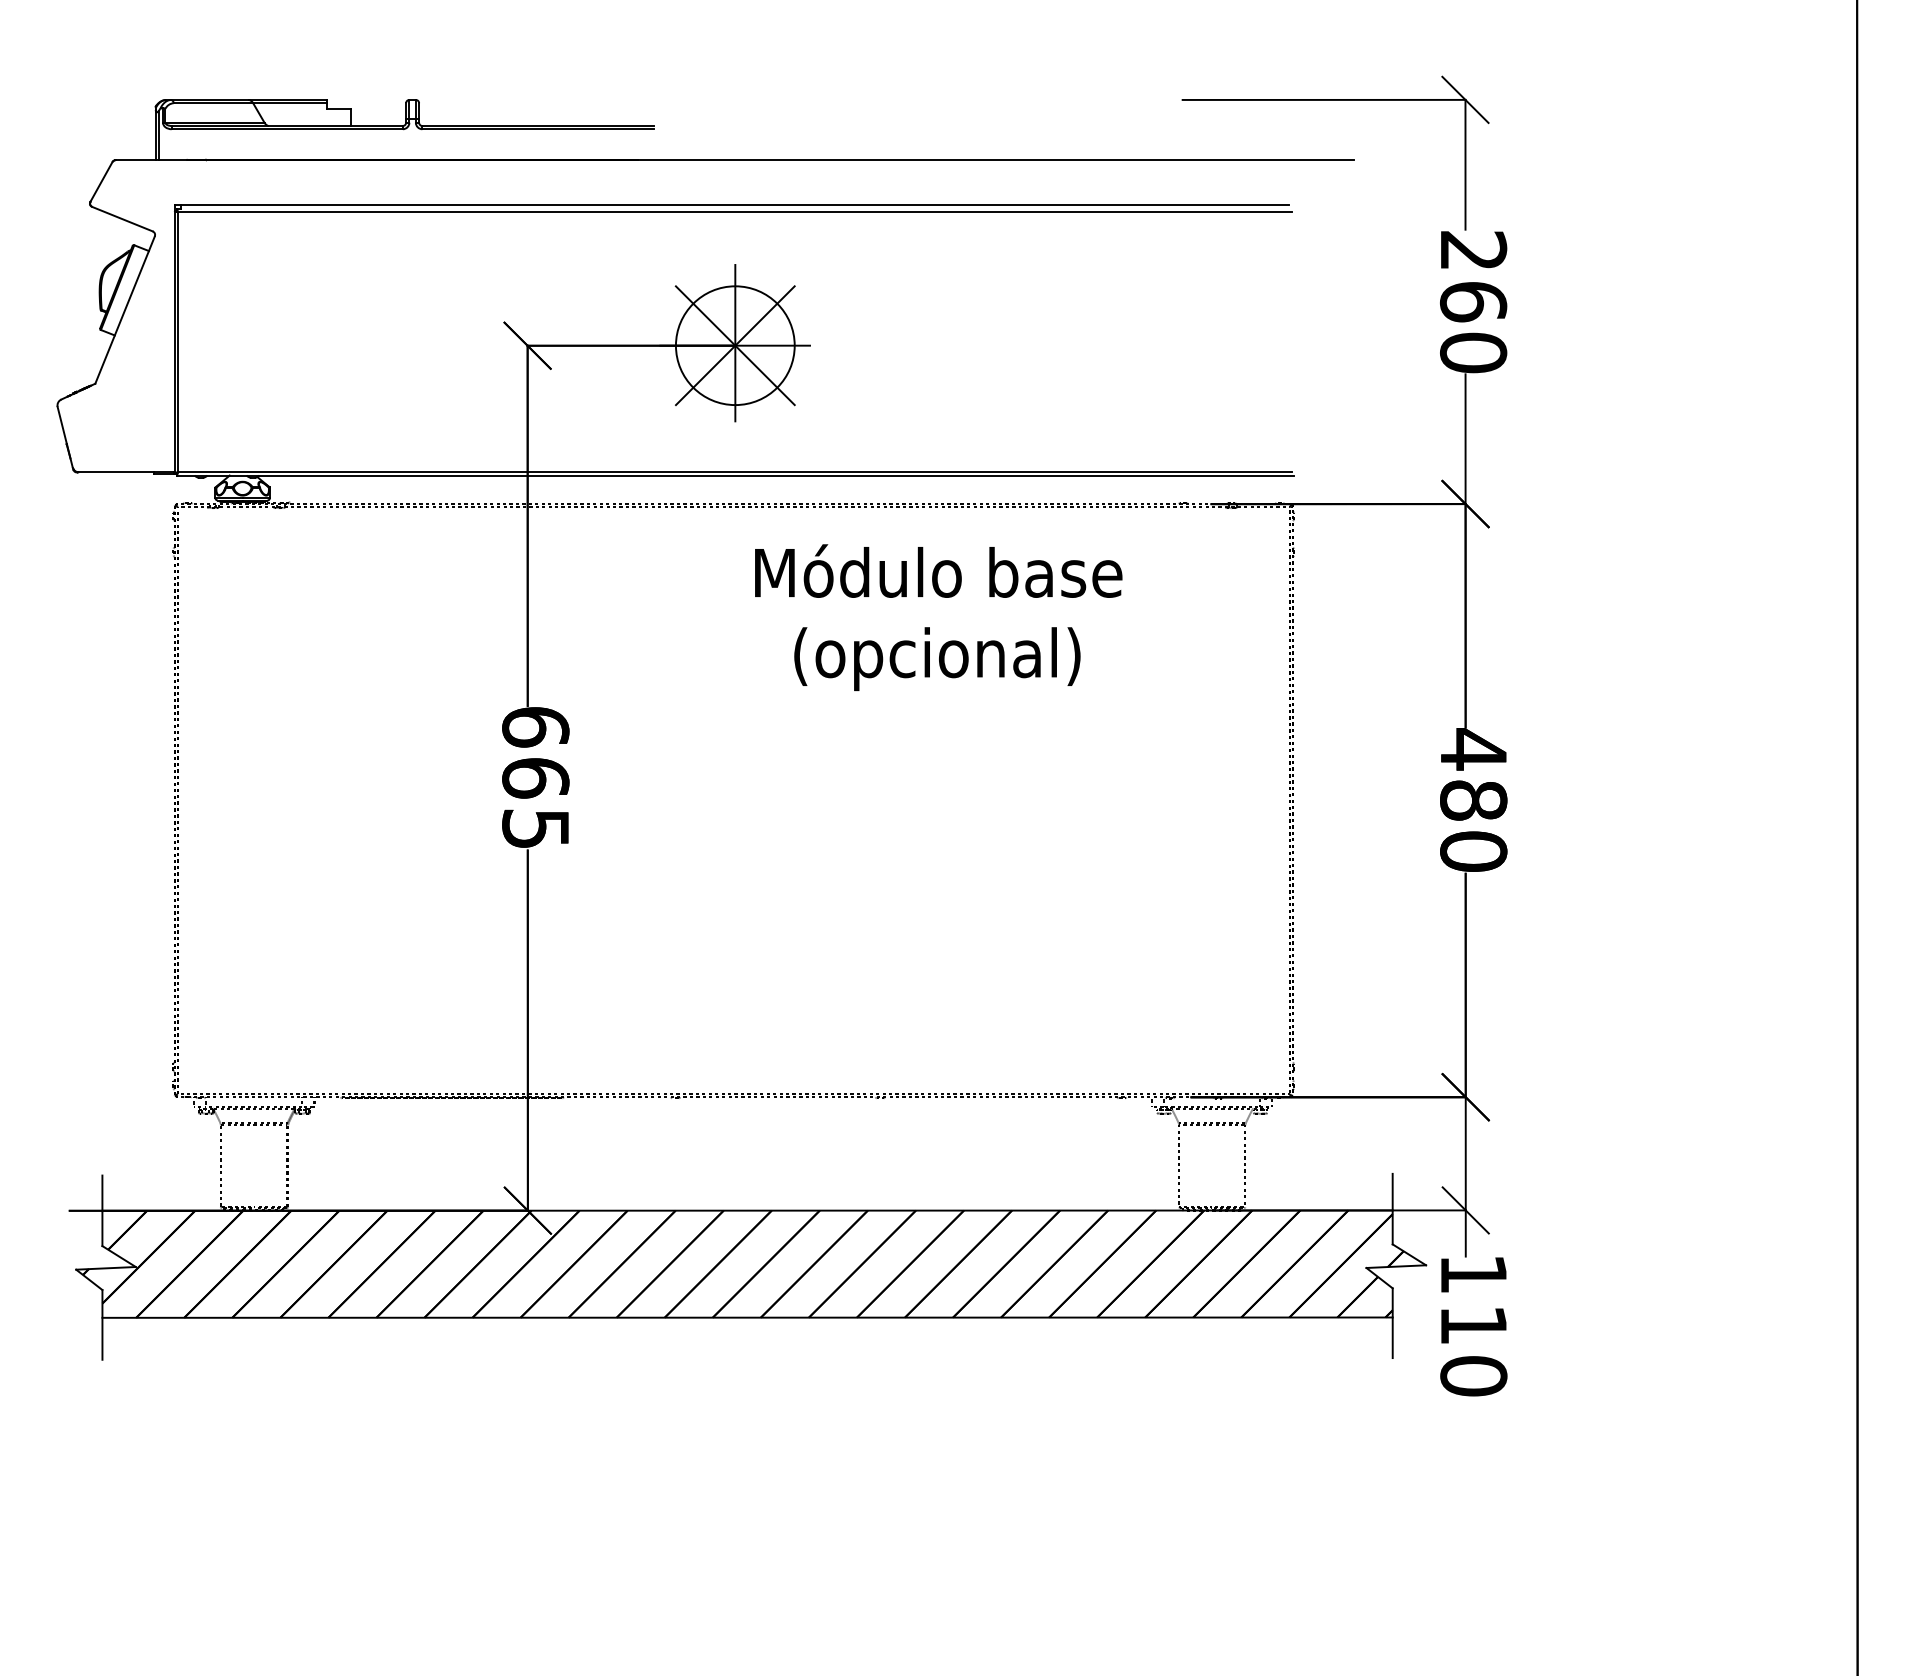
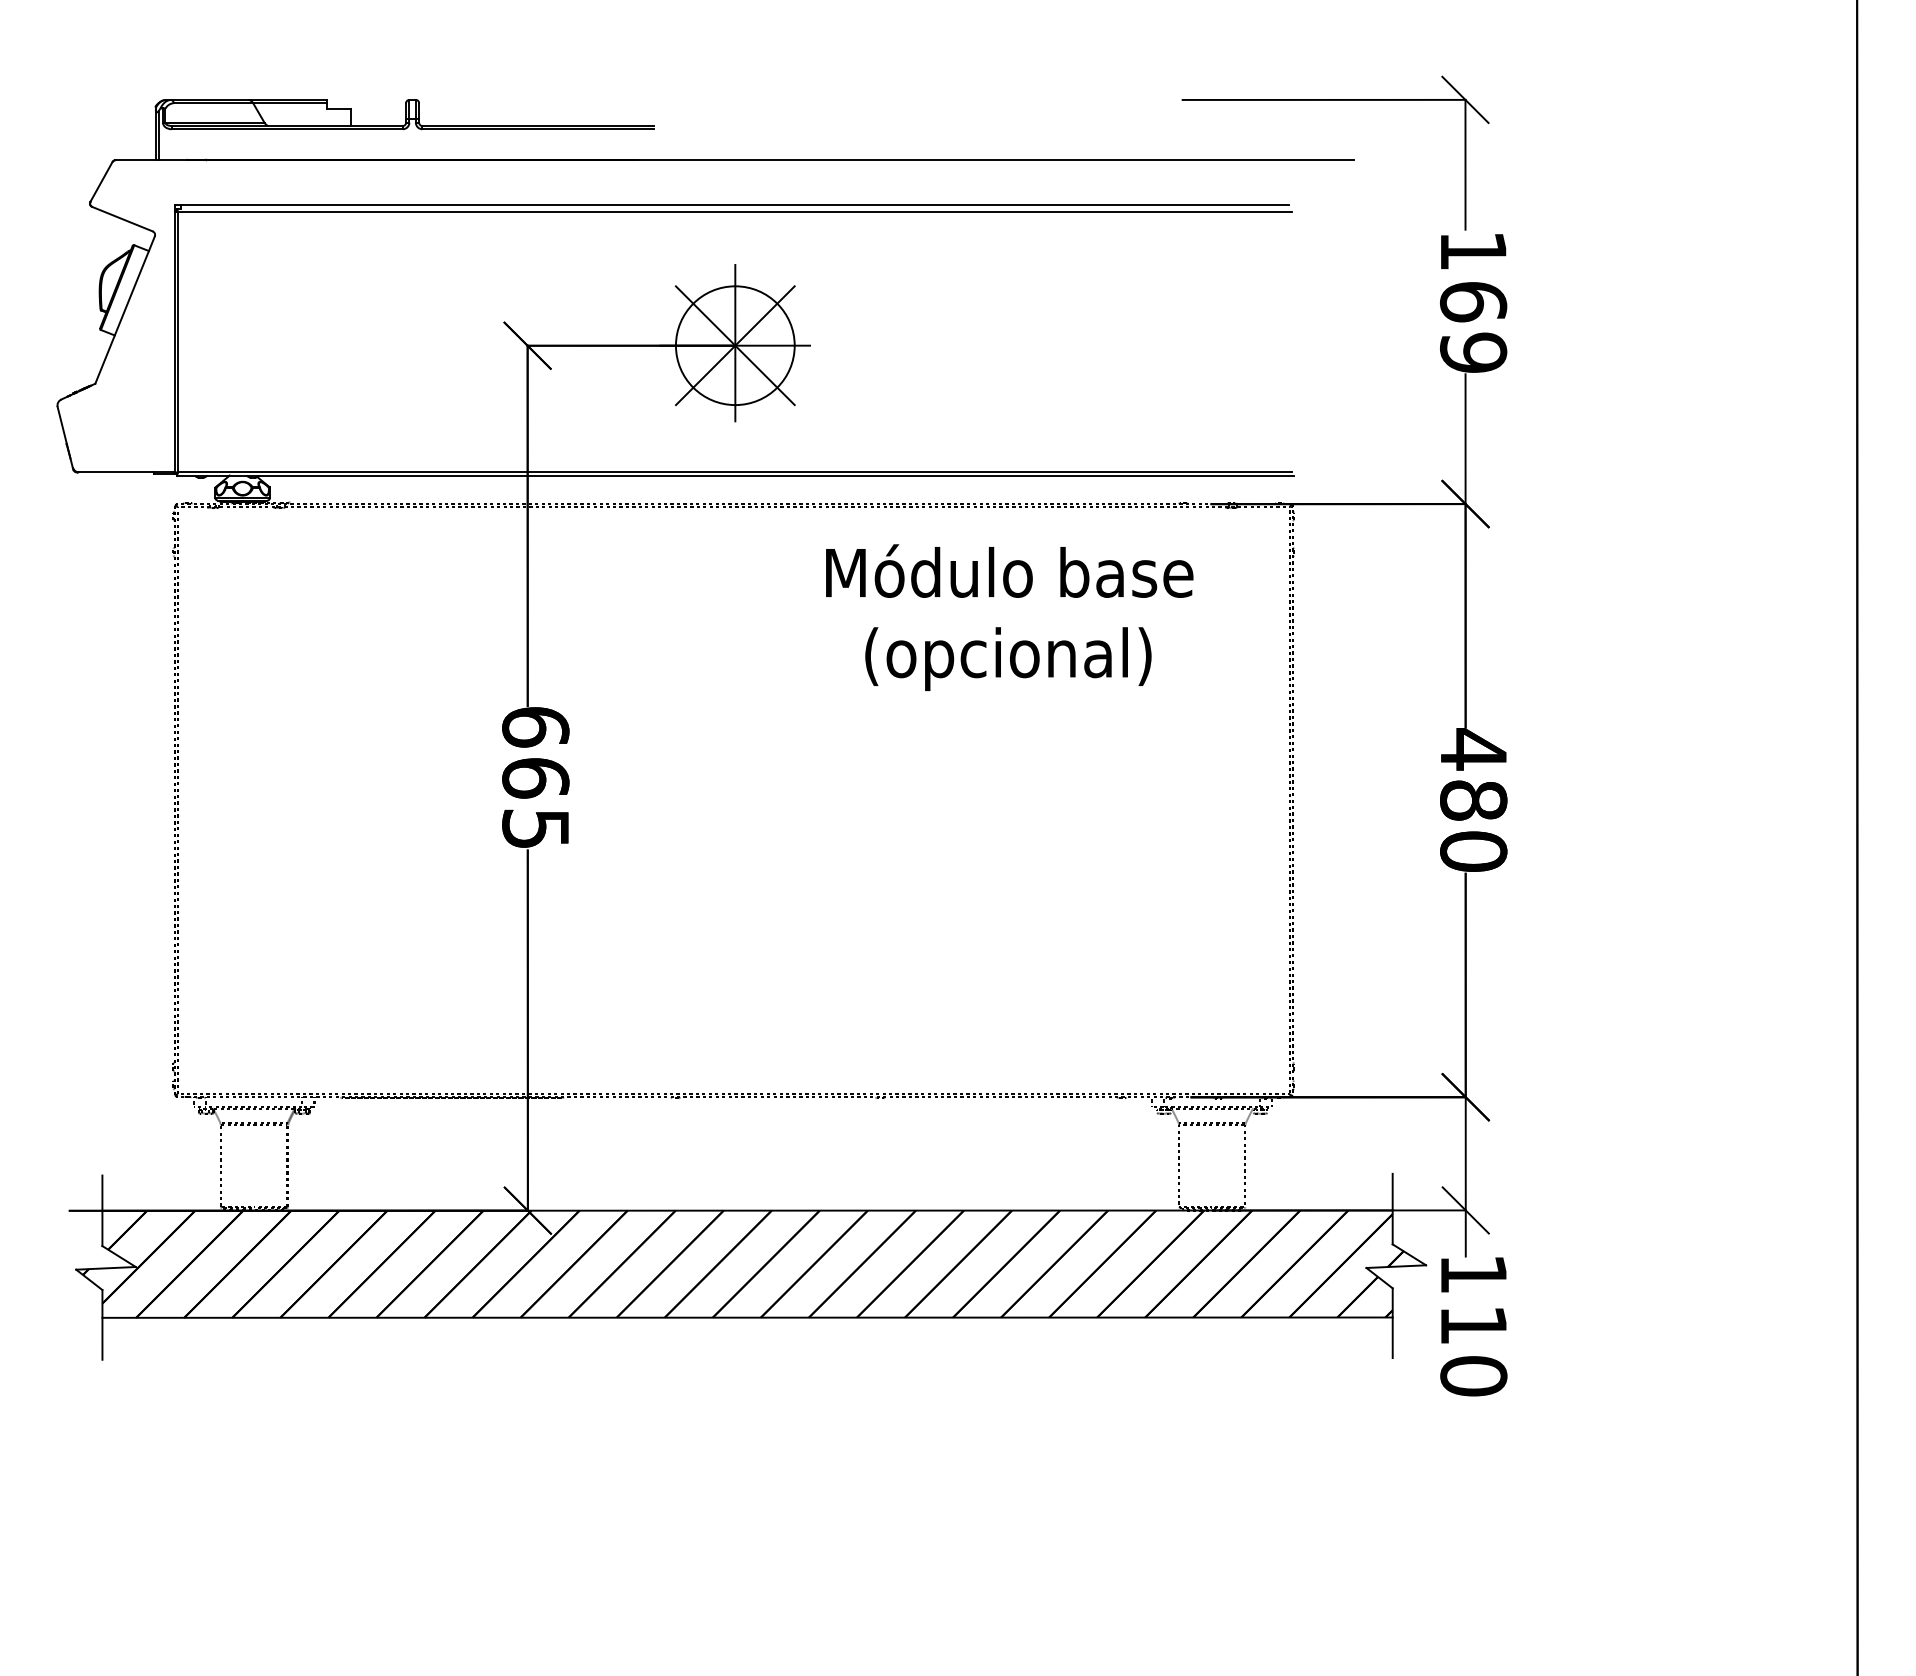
text at (1473, 302): 260 -> 169
text at (938, 617) position: (938, 617) -> (1009, 617)
